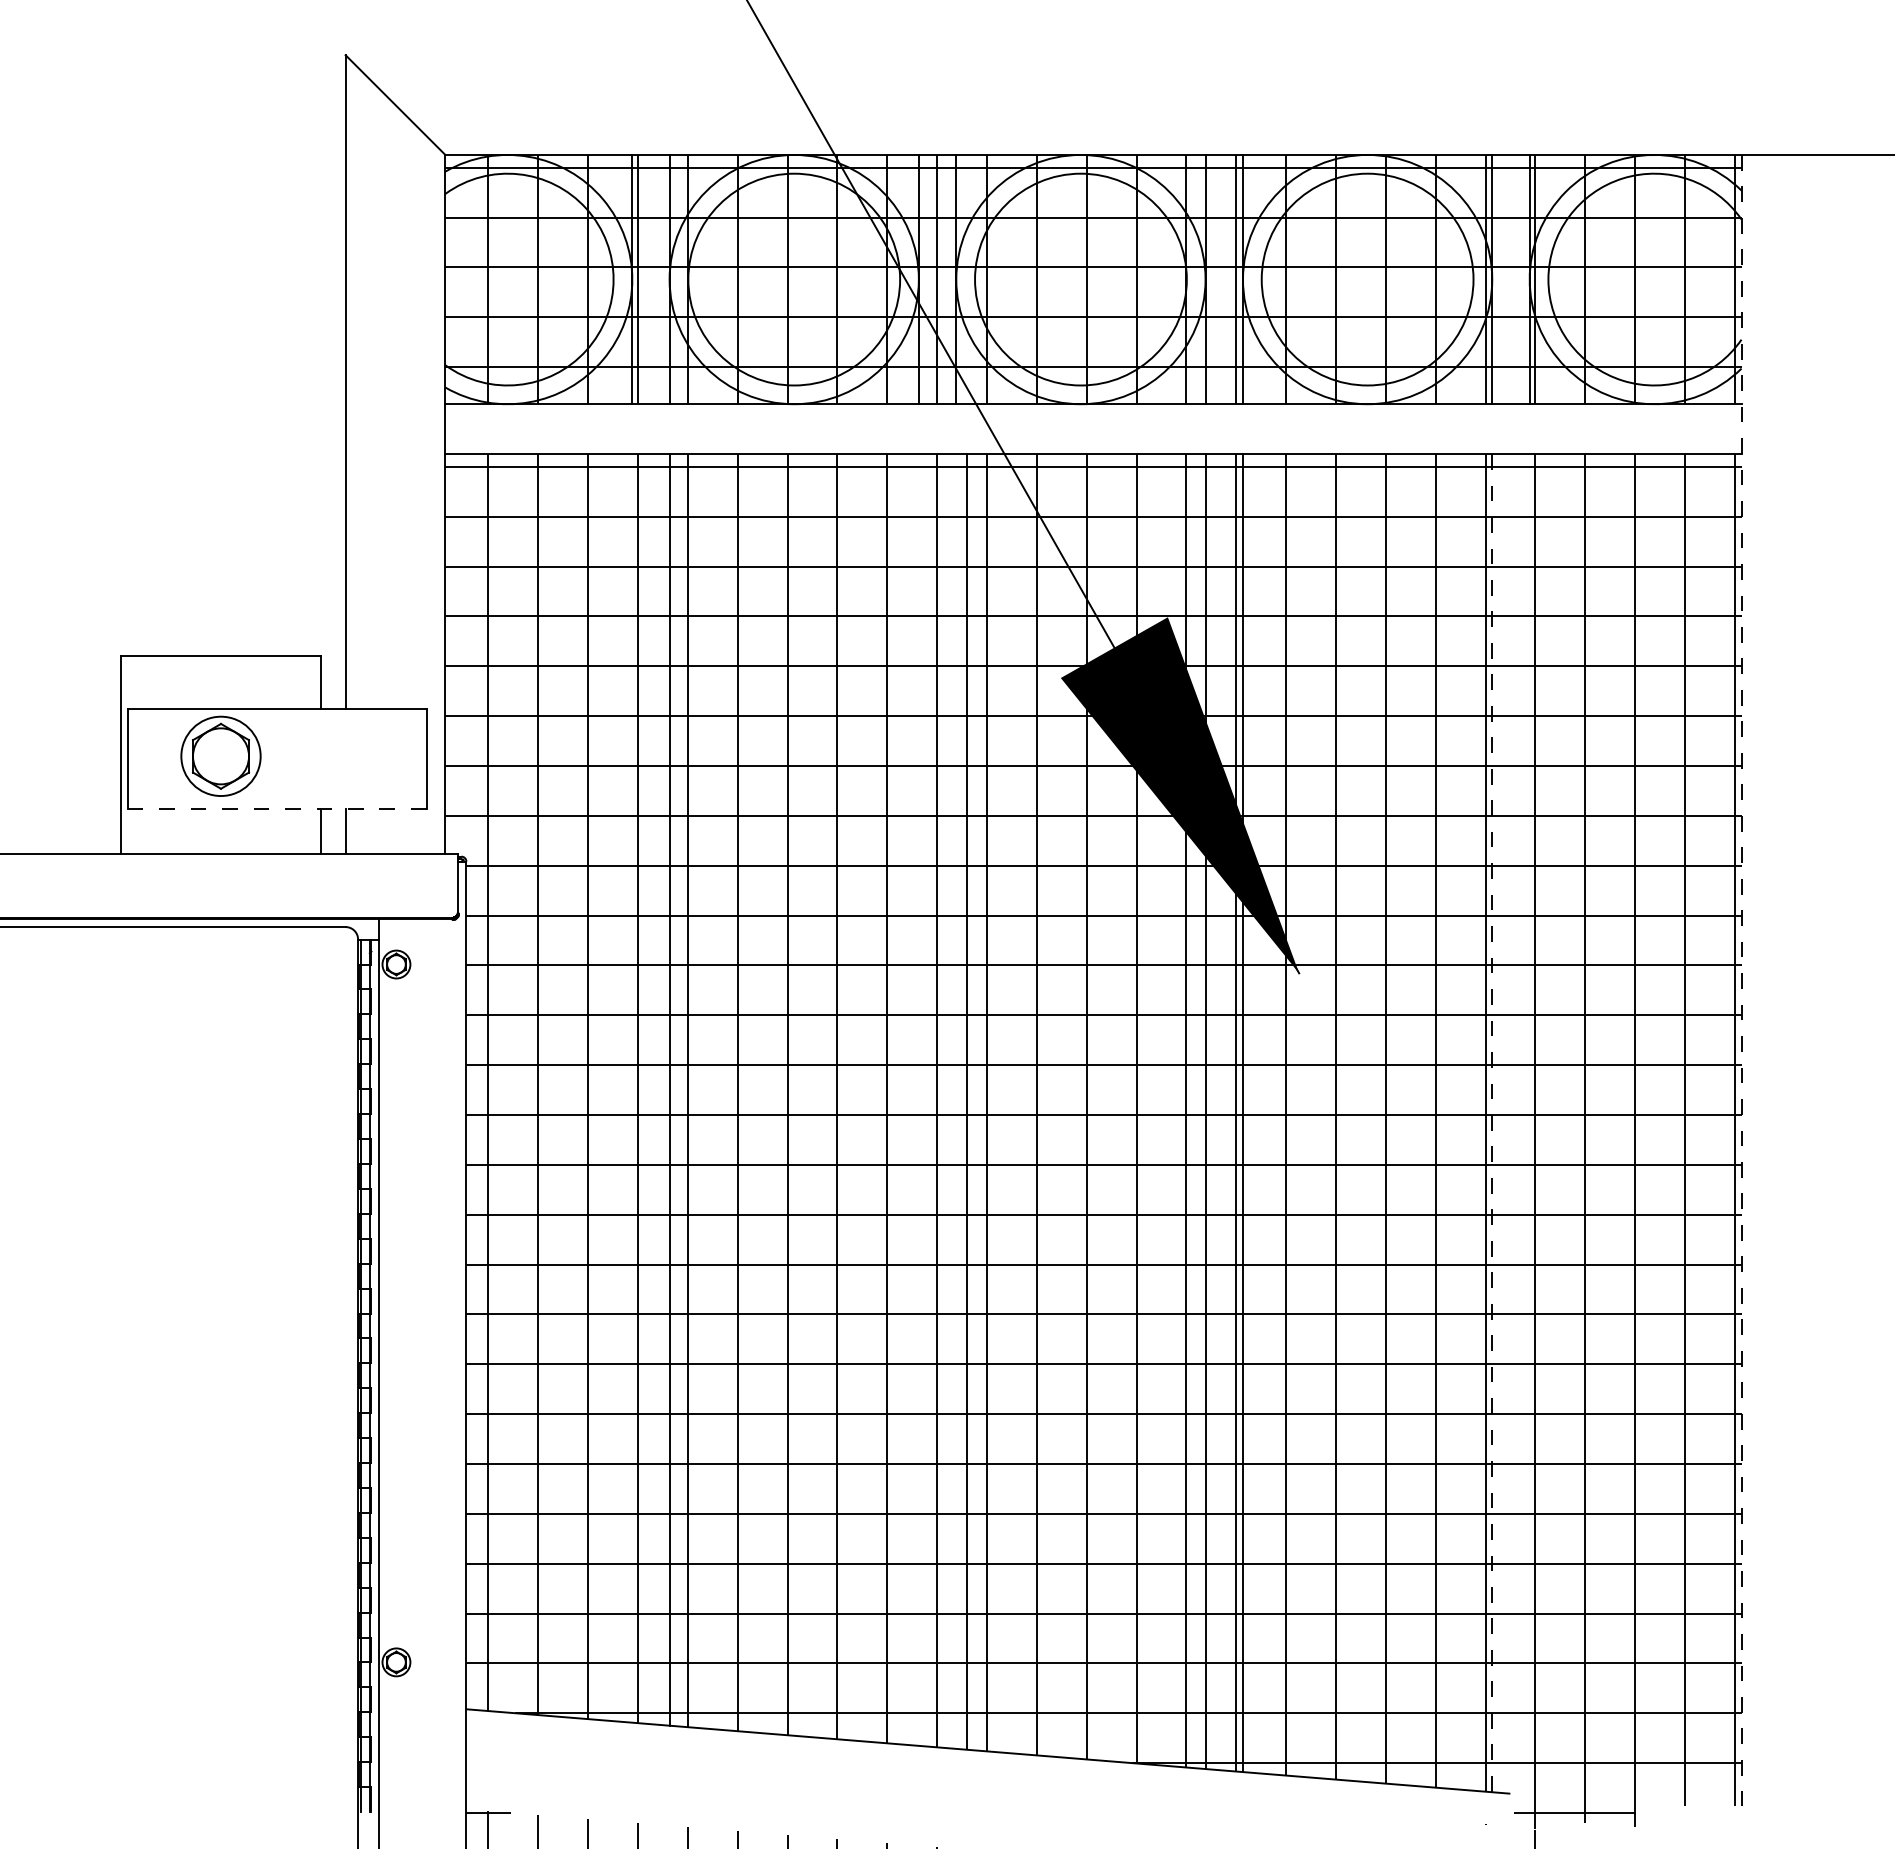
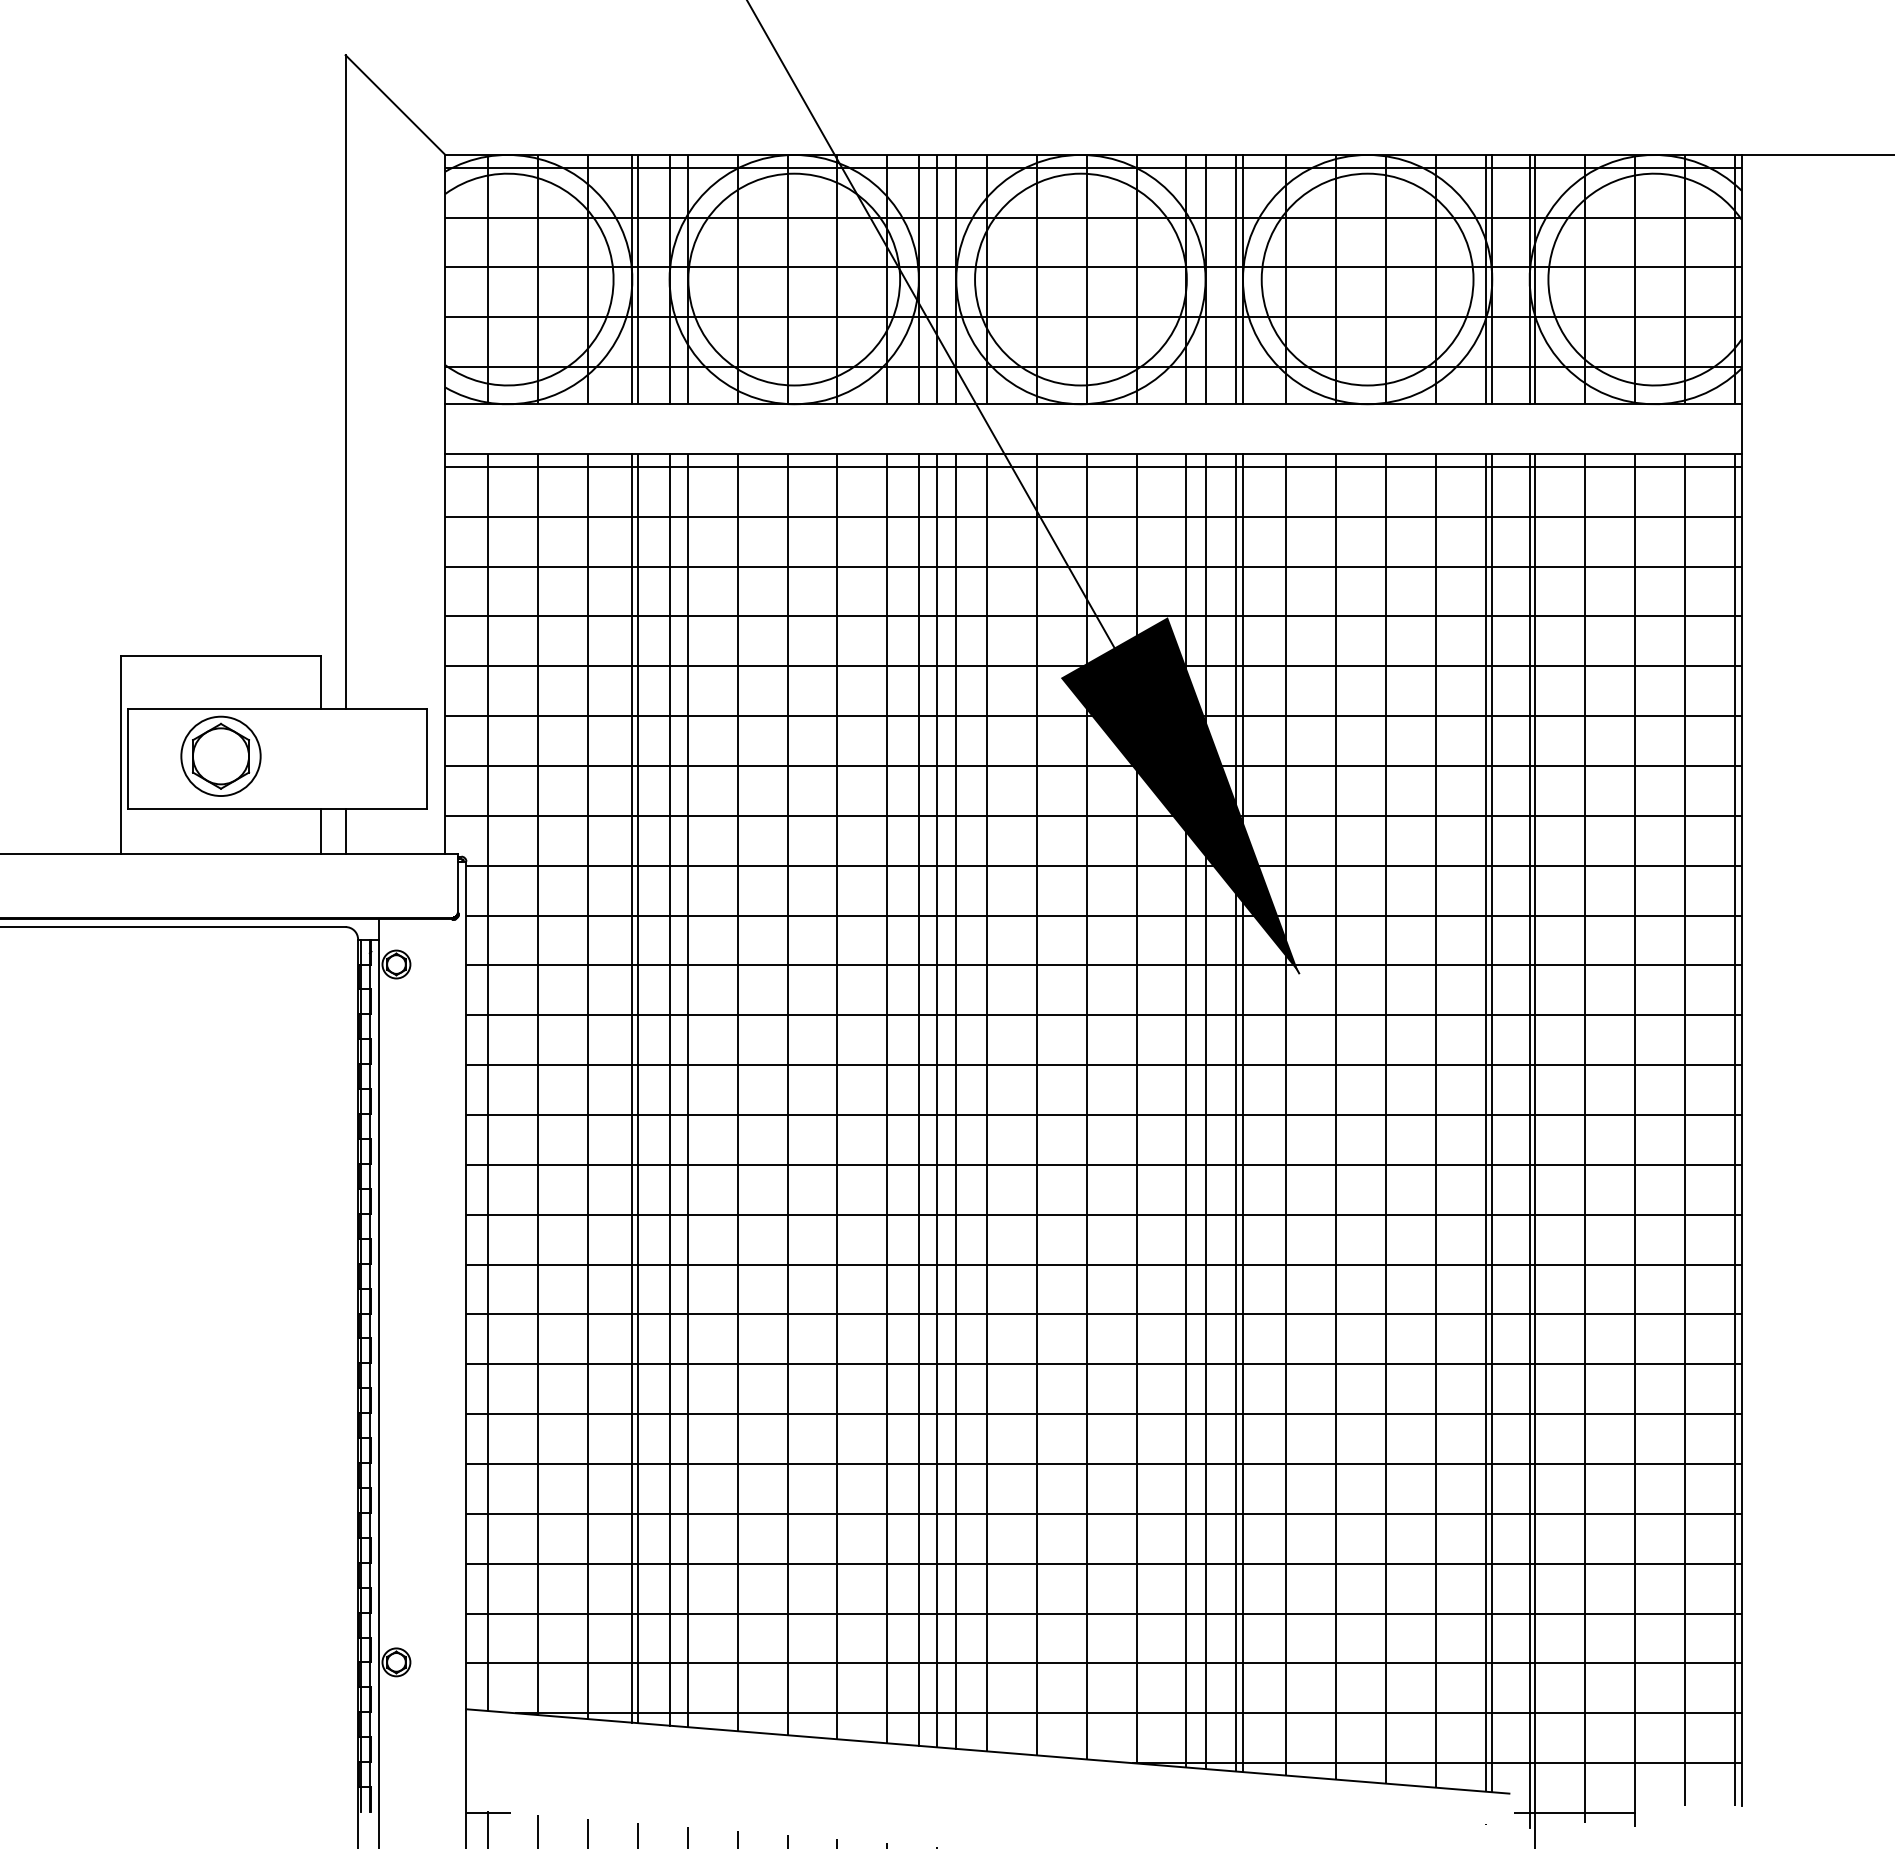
line at (277, 808): dashed -> solid
line at (1741, 980): dashed -> solid
line at (632, 1088): none -> present
line at (919, 1099): none -> present
line at (967, 1101) position: (967, 1101) -> (956, 1101)
line at (1492, 1123): dashed -> solid
line at (1529, 1141): none -> present
